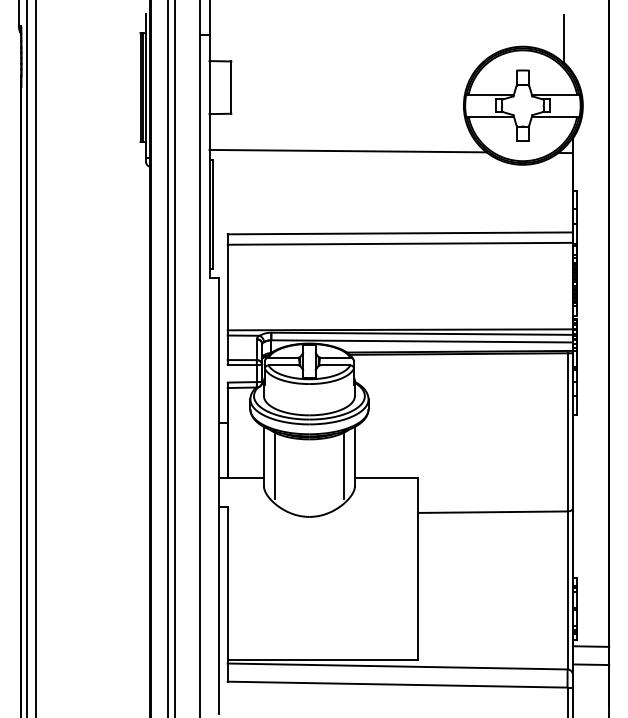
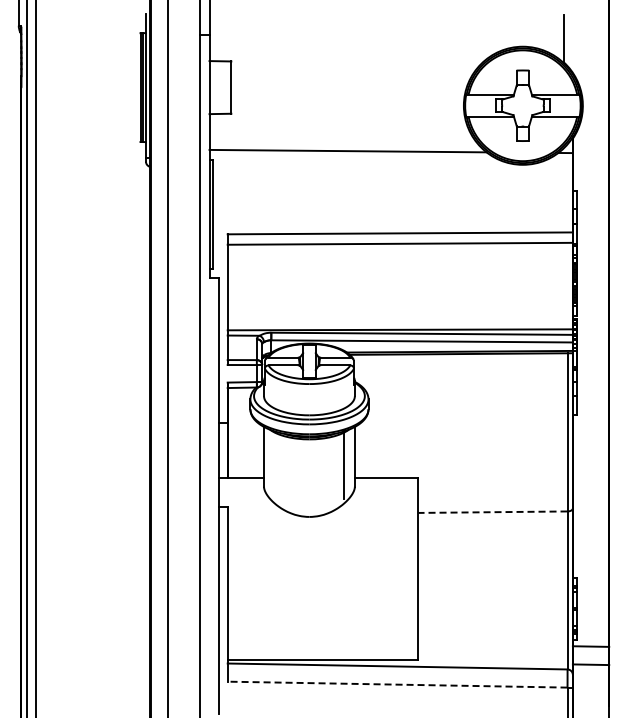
line at (175, 358): present -> none
line at (274, 464): present -> none
line at (492, 512): solid -> dashed
line at (397, 684): solid -> dashed
